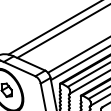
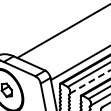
line at (53, 28): present -> none
line at (77, 55): present -> none
line at (90, 81): solid -> dashed
